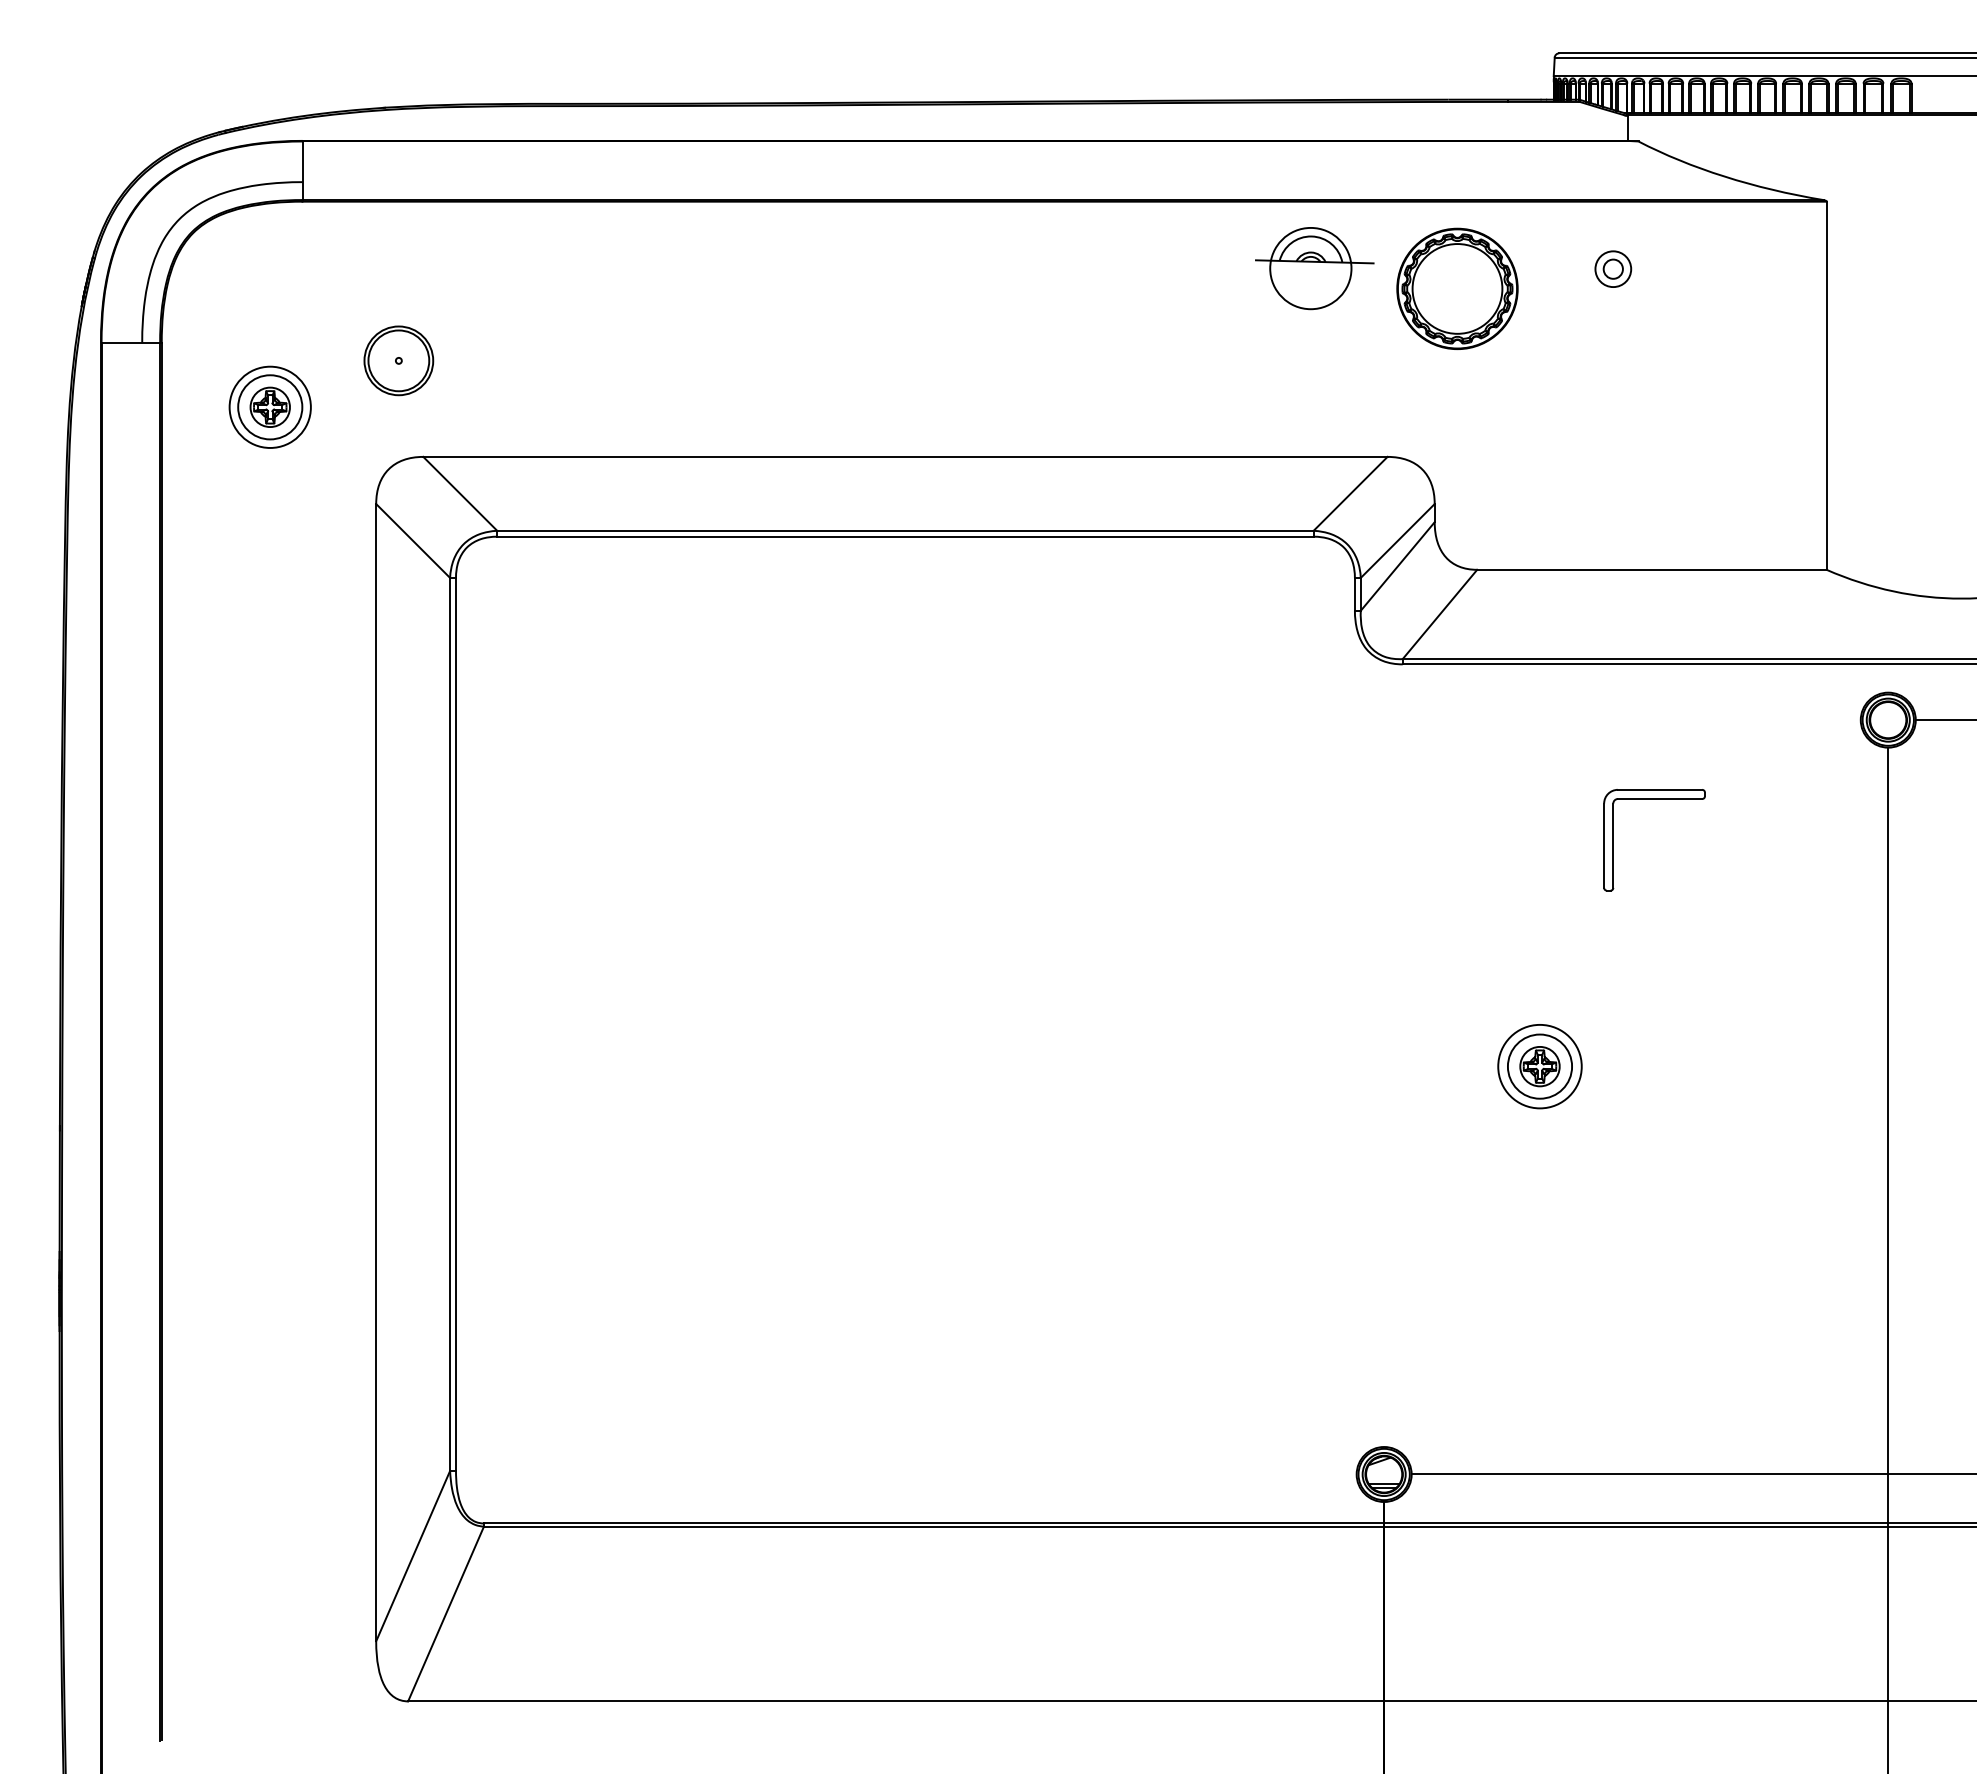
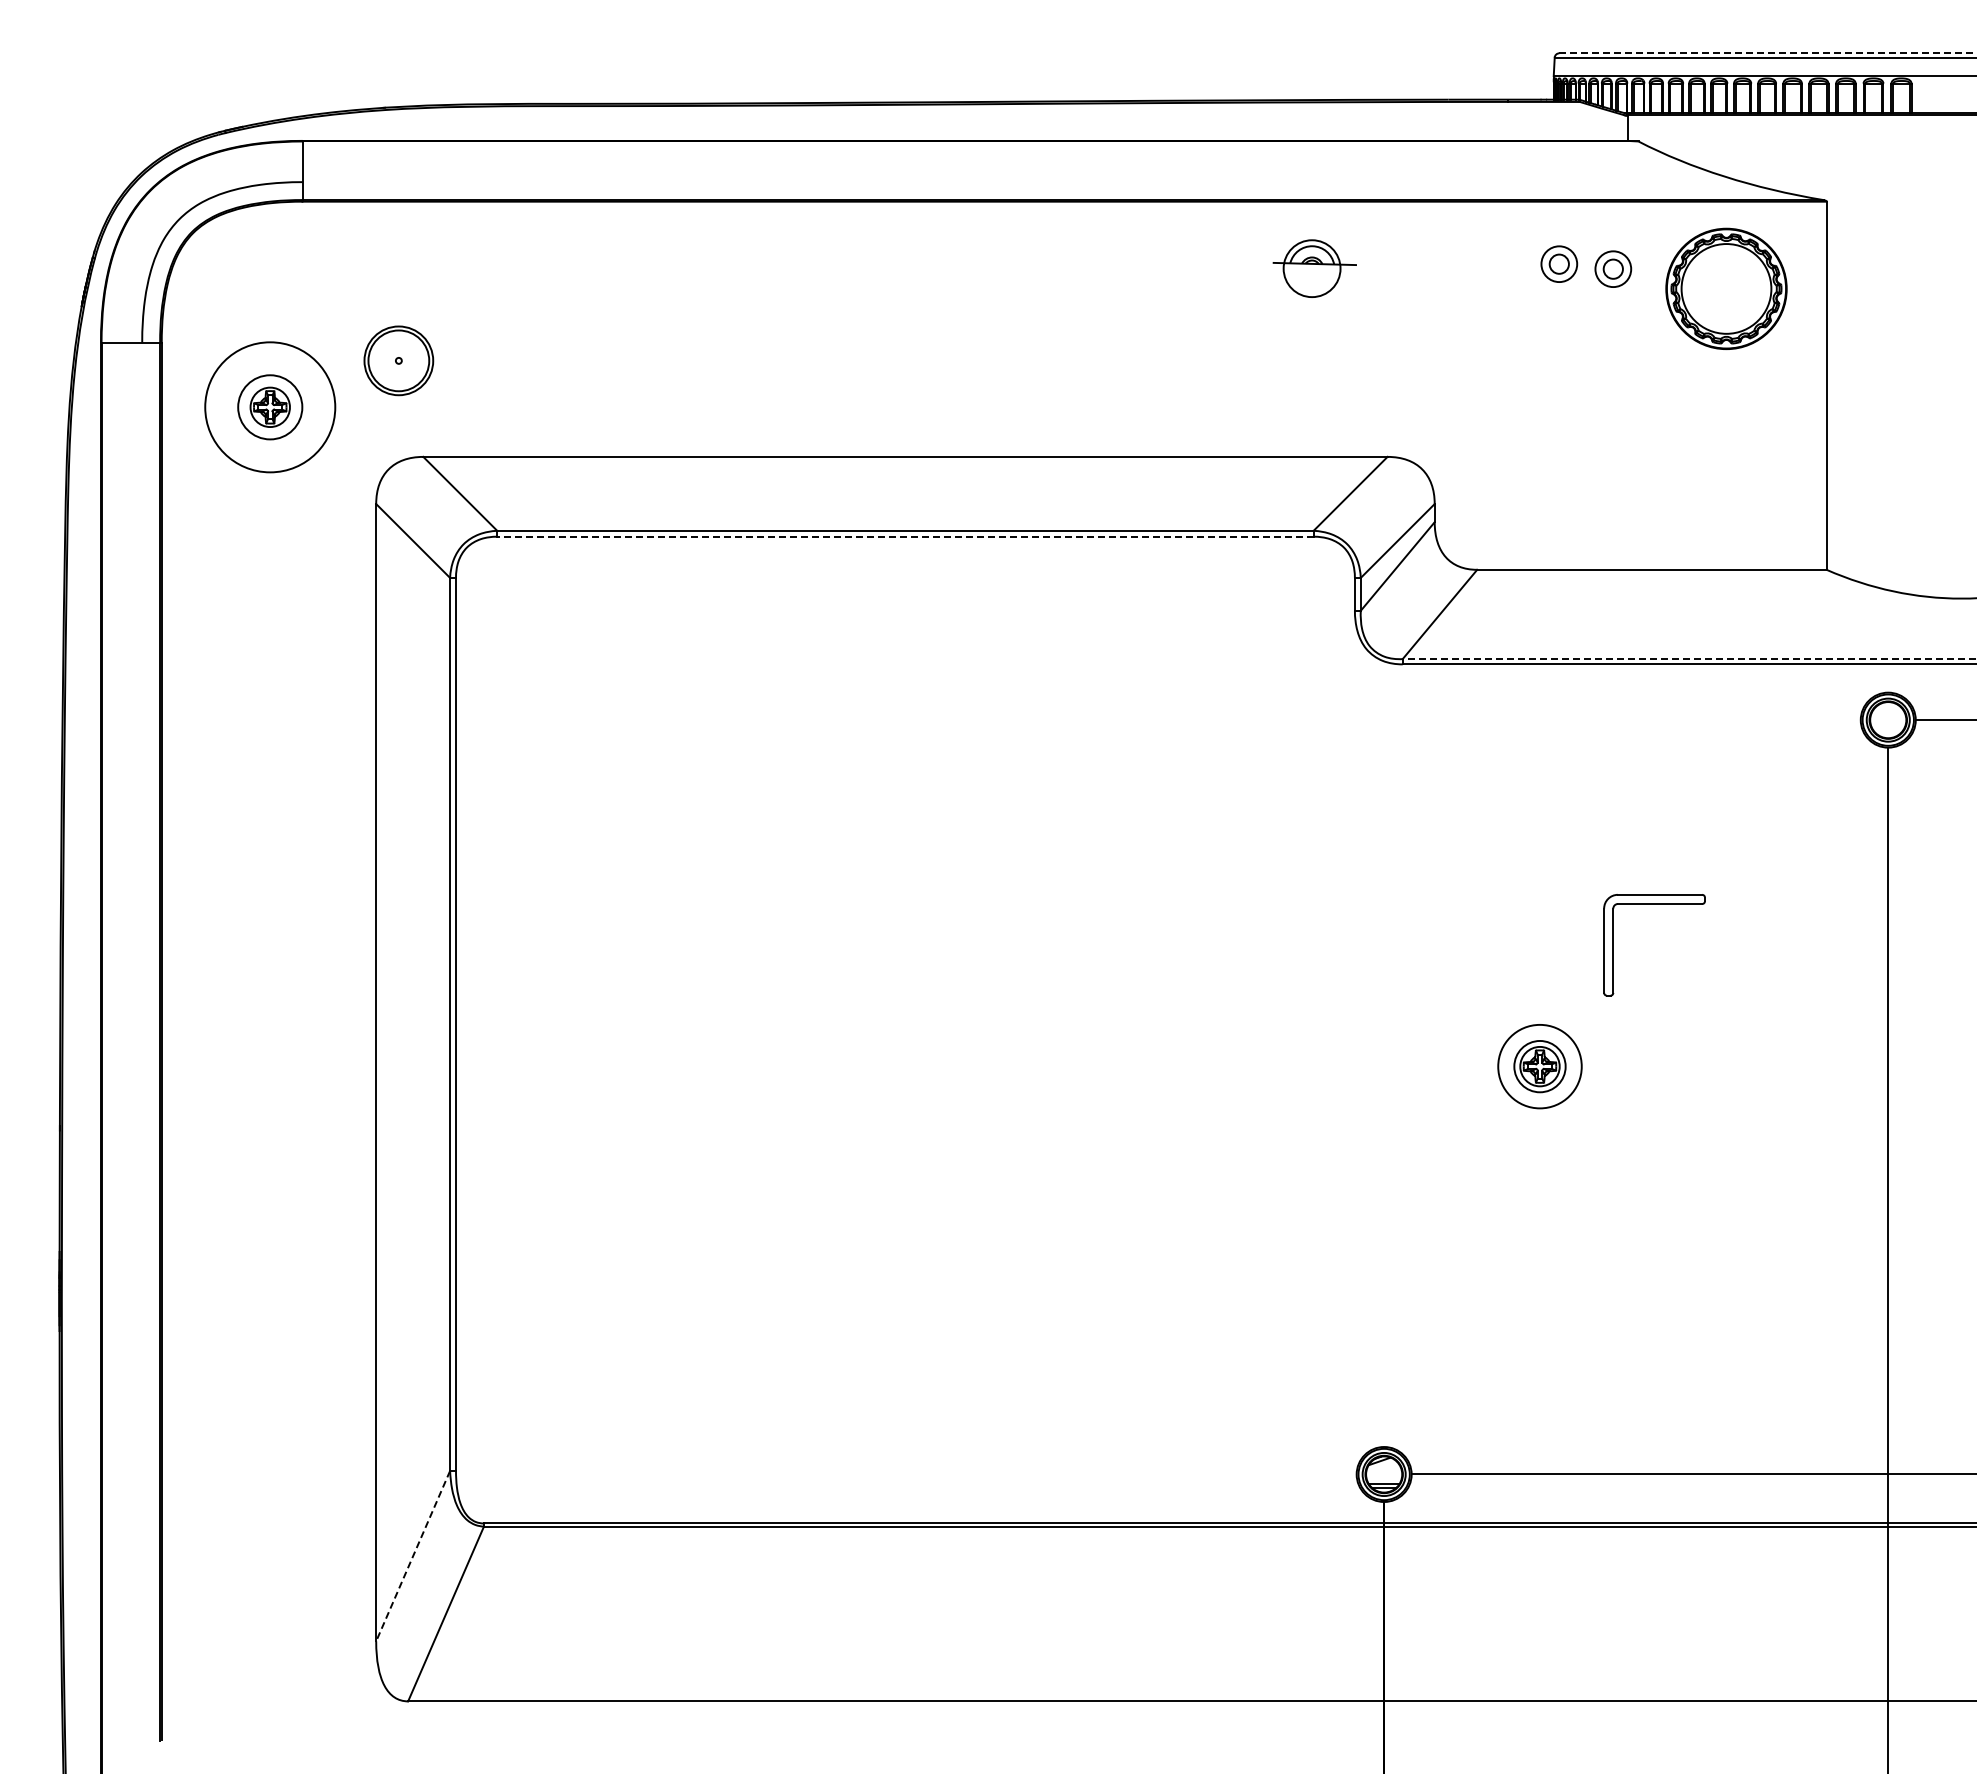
line at (1768, 53): solid -> dashed
part at (1559, 263): none -> present
part at (1314, 268) size: 120x84 px -> 85x59 px
part at (1457, 288) position: (1457, 288) -> (1726, 288)
circle at (269, 406) diameter: 81 px -> 130 px
line at (904, 536): solid -> dashed
line at (1689, 659): solid -> dashed
part at (1654, 799) position: (1654, 799) -> (1654, 904)
circle at (1539, 1066) diameter: 64 px -> 51 px
line at (413, 1556): solid -> dashed
